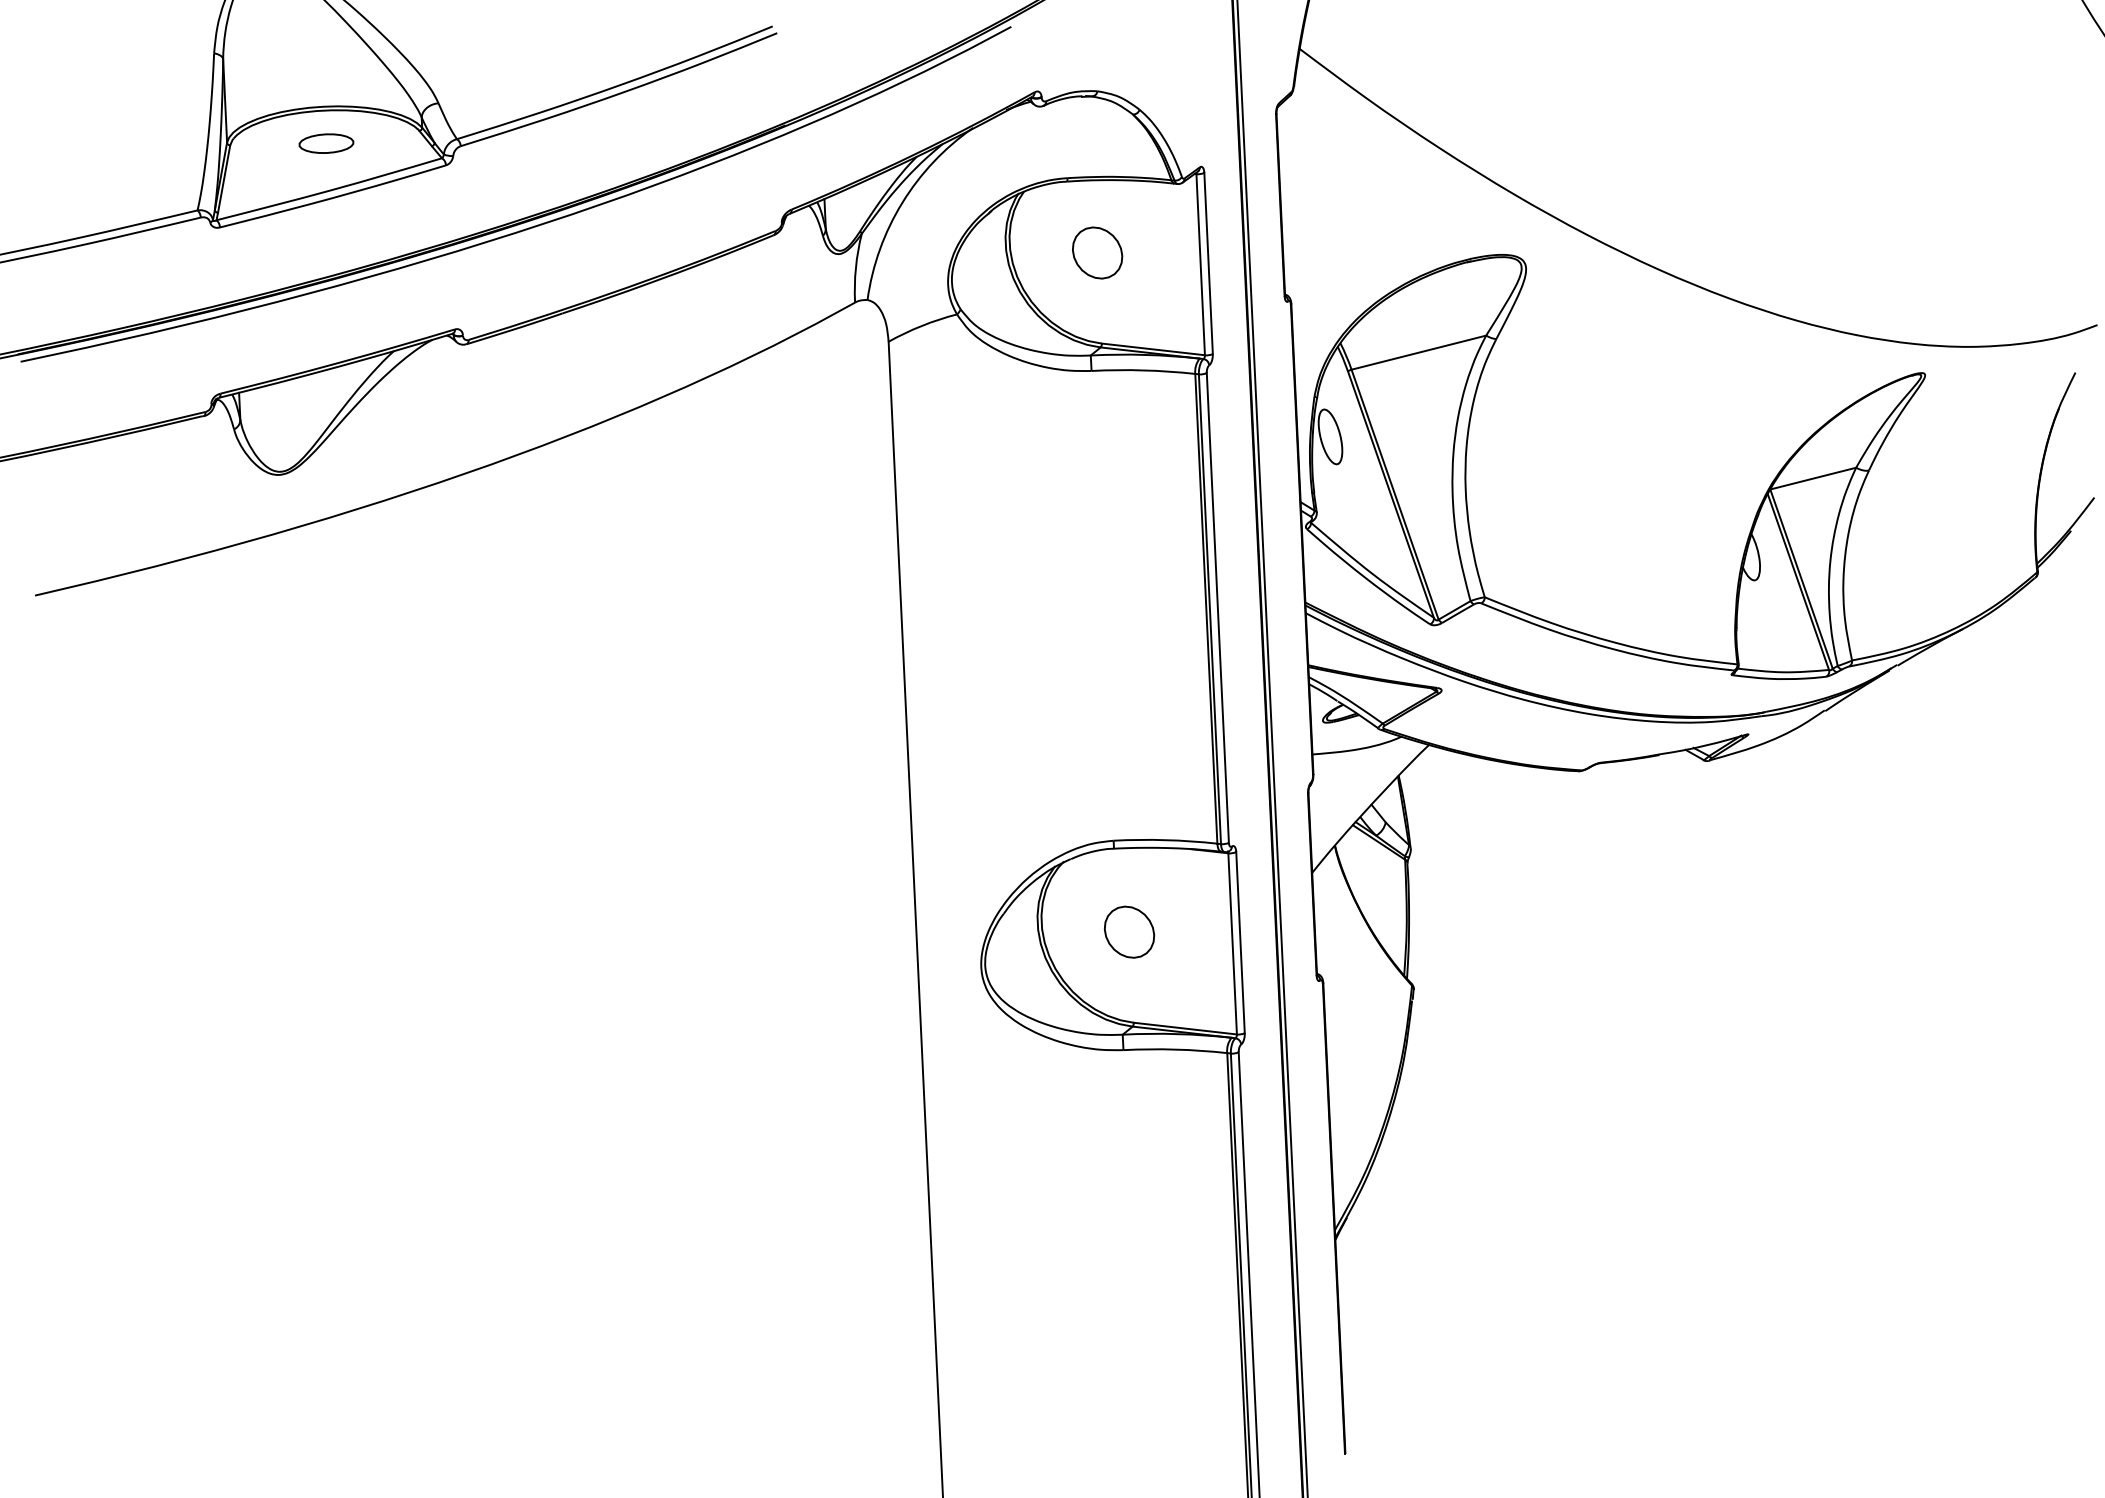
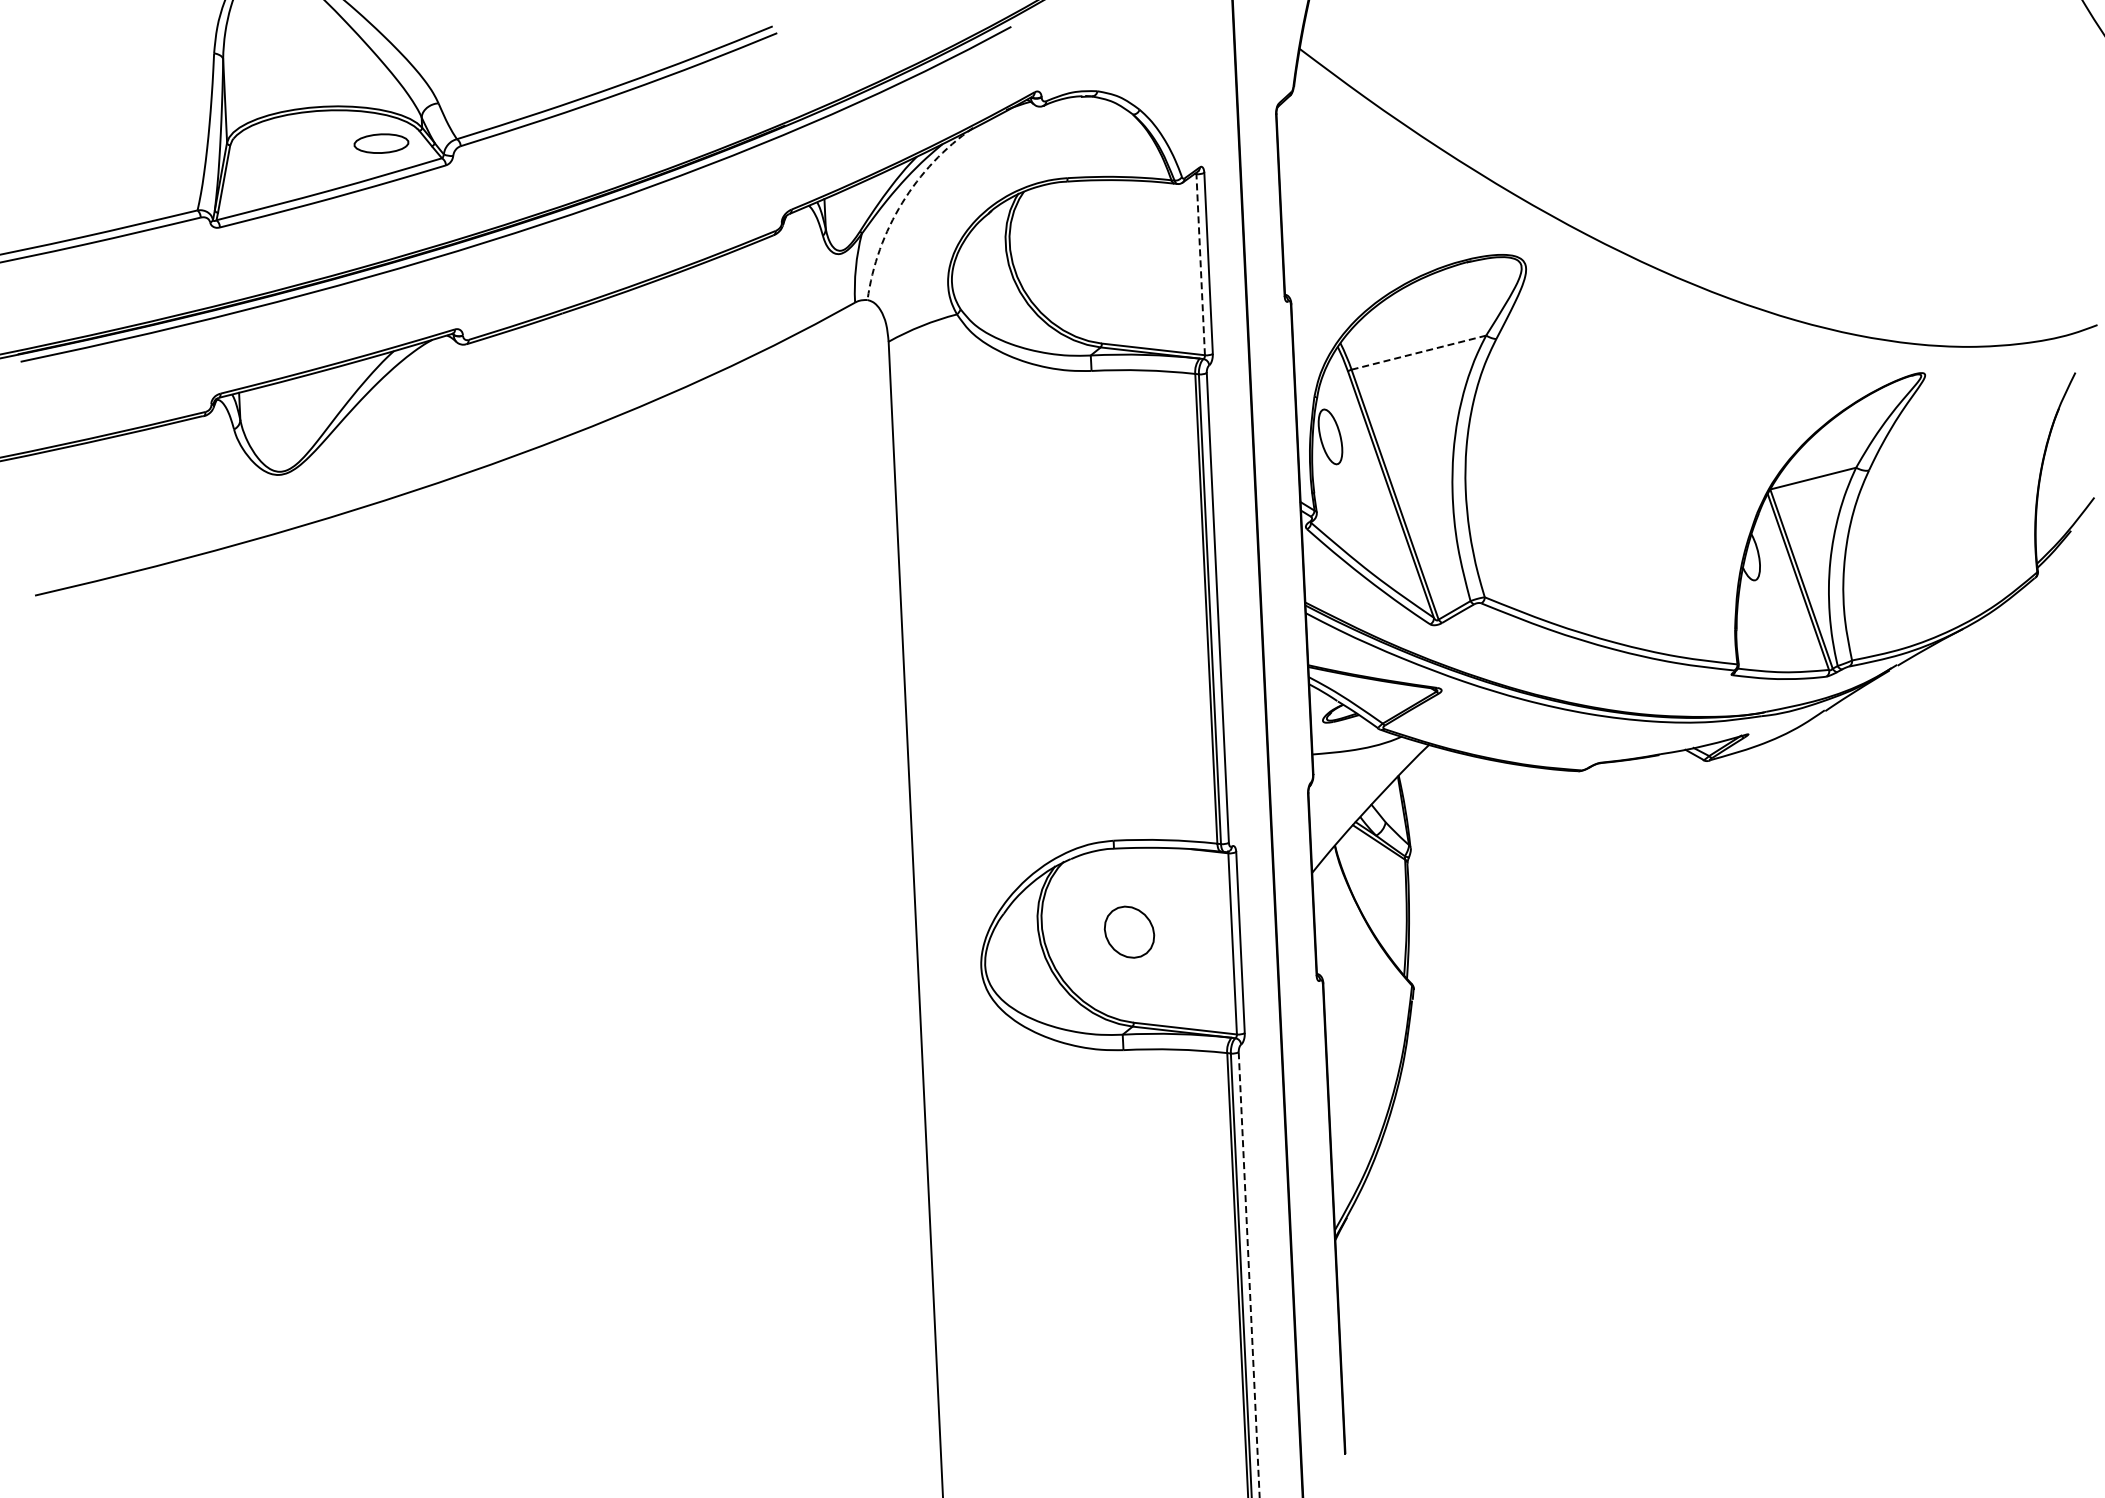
part at (326, 143) position: (326, 143) -> (381, 143)
arc at (902, 202): solid -> dashed
part at (1097, 252): present -> none
line at (1200, 264): solid -> dashed
line at (1419, 352): solid -> dashed
line at (1272, 748): present -> none
line at (1249, 1274): solid -> dashed
